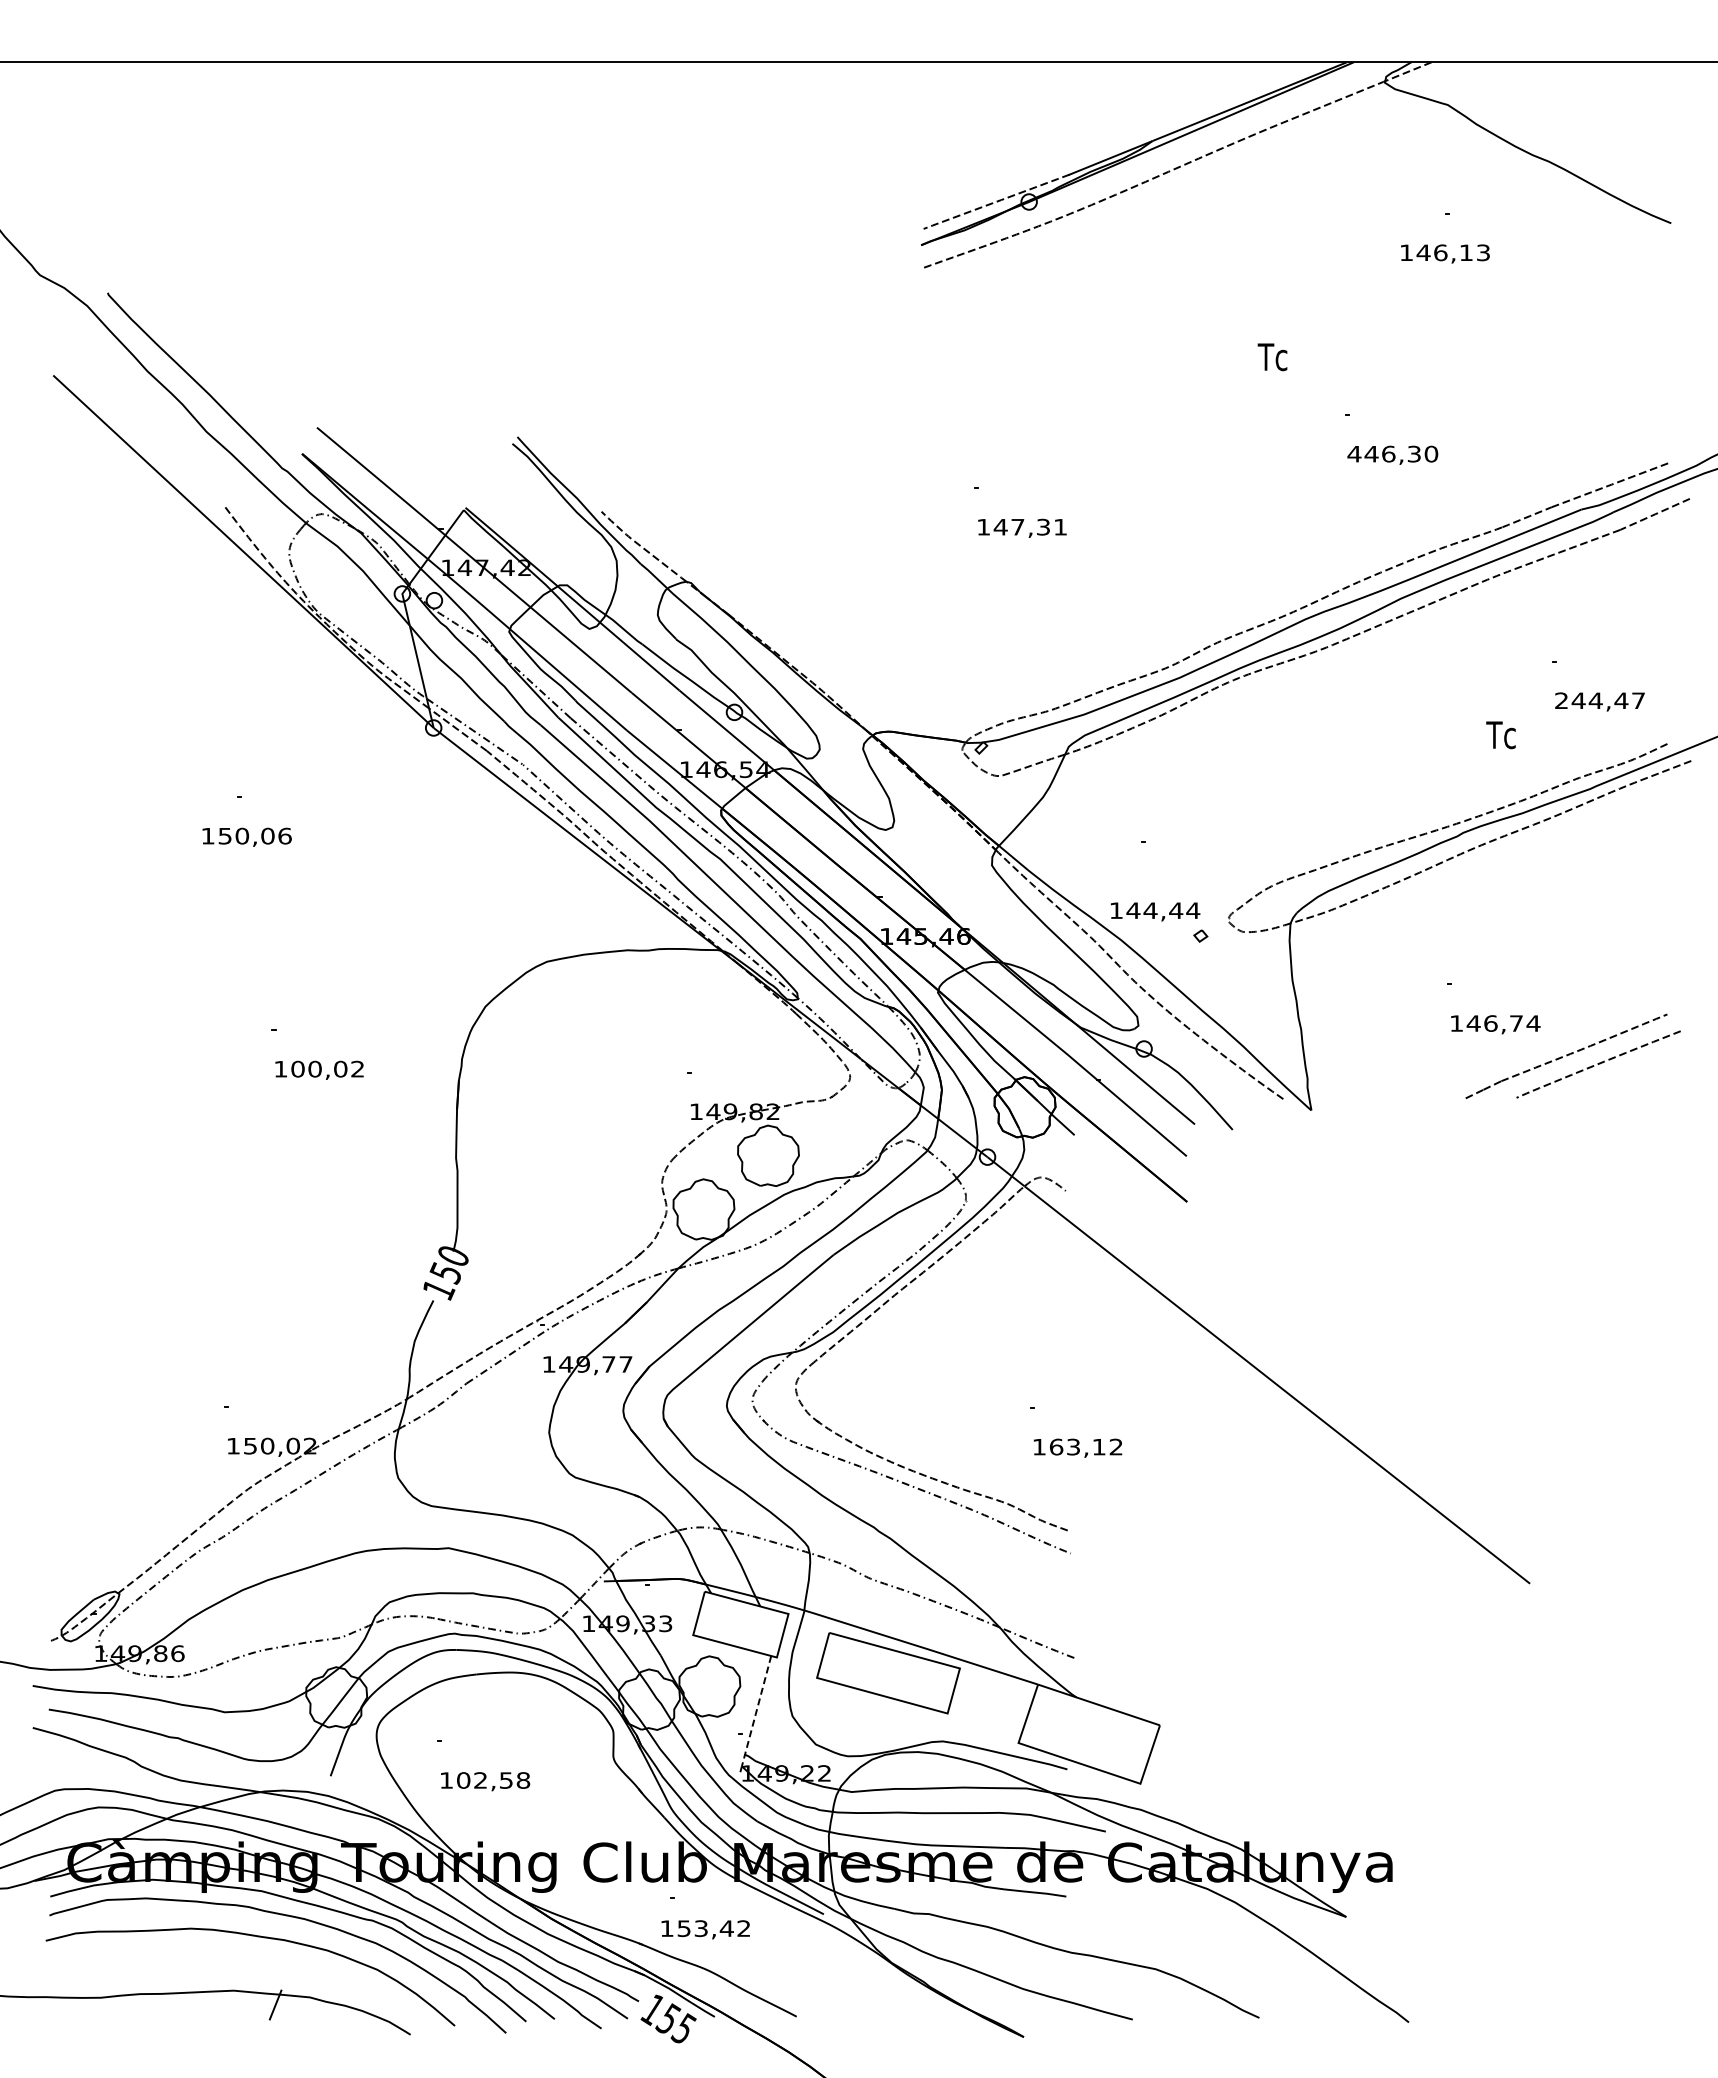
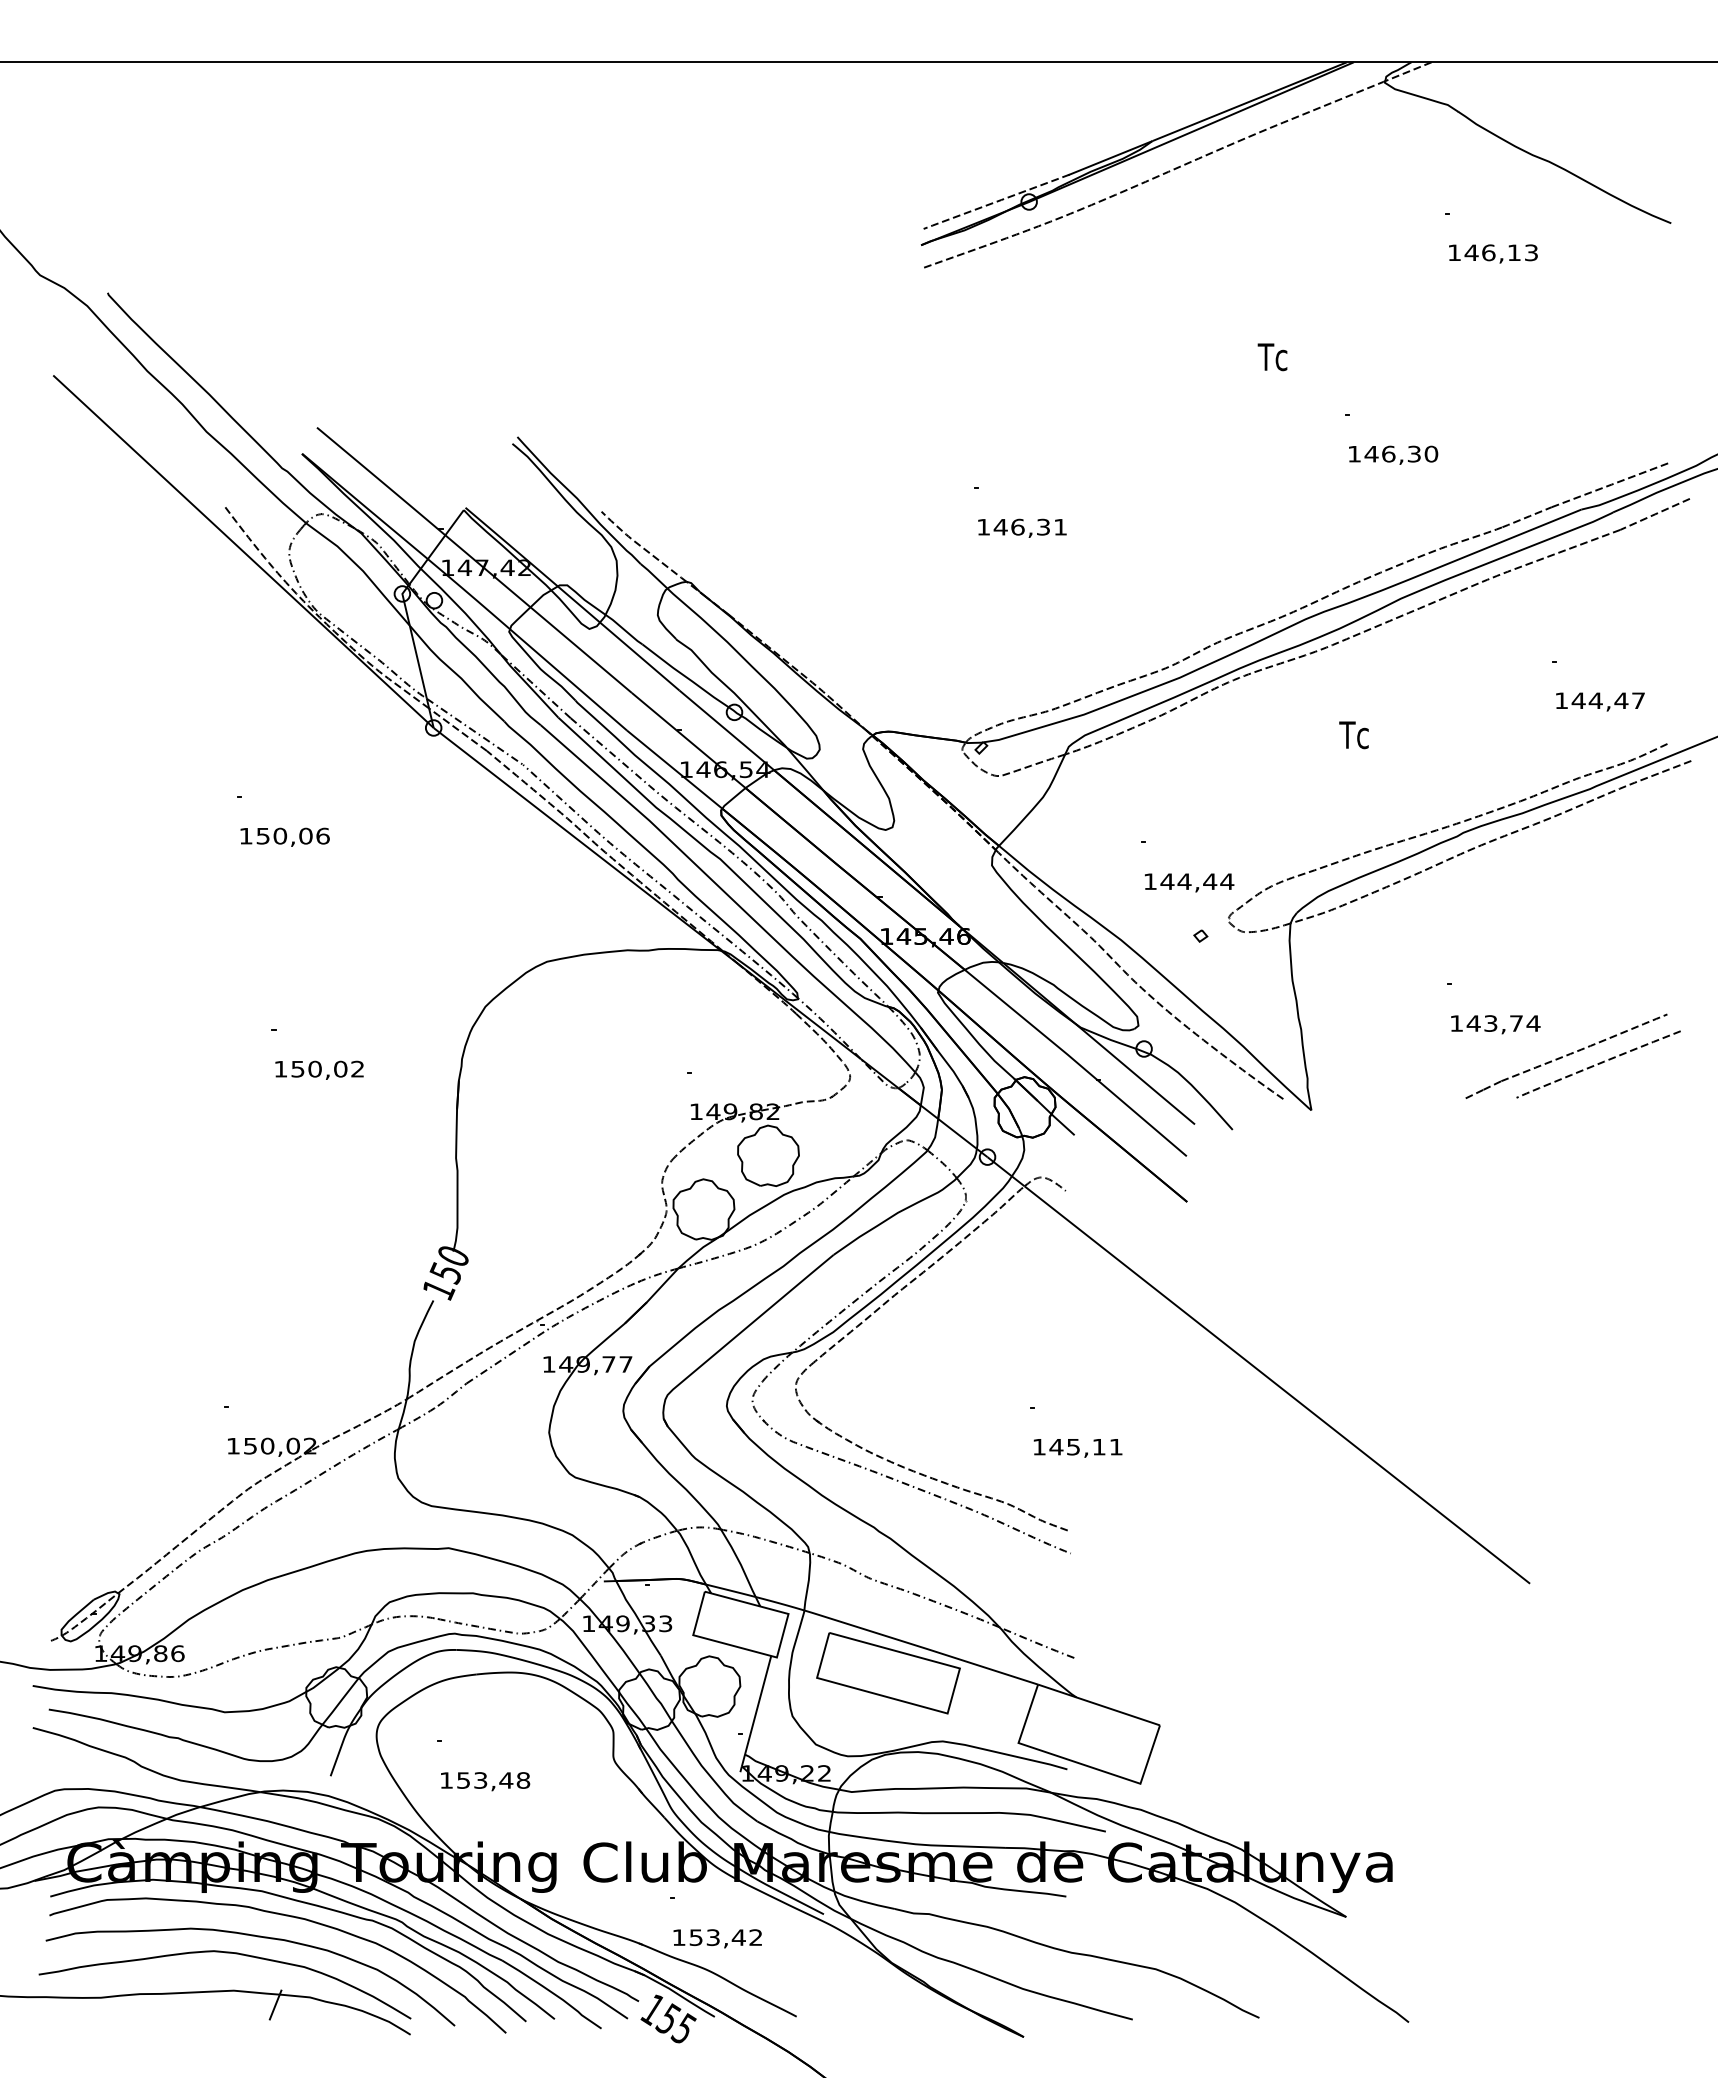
text at (1445, 253) position: (1445, 253) -> (1493, 253)
text at (1354, 454): 446,30 -> 146,30
text at (1017, 526): 147,31 -> 146,31
text at (1561, 700): 244,47 -> 144,47
text at (1500, 735) position: (1500, 735) -> (1353, 735)
text at (246, 836) position: (246, 836) -> (284, 836)
text at (1155, 911) position: (1155, 911) -> (1189, 882)
text at (1490, 1023): 146,74 -> 143,74
text at (297, 1068): 100,02 -> 150,02
text at (1085, 1446): 163,12 -> 145,11
line at (756, 1712): dashed -> solid
text at (485, 1780): 102,58 -> 153,48
text at (705, 1929) position: (705, 1929) -> (717, 1938)
curve at (225, 1953): none -> present
